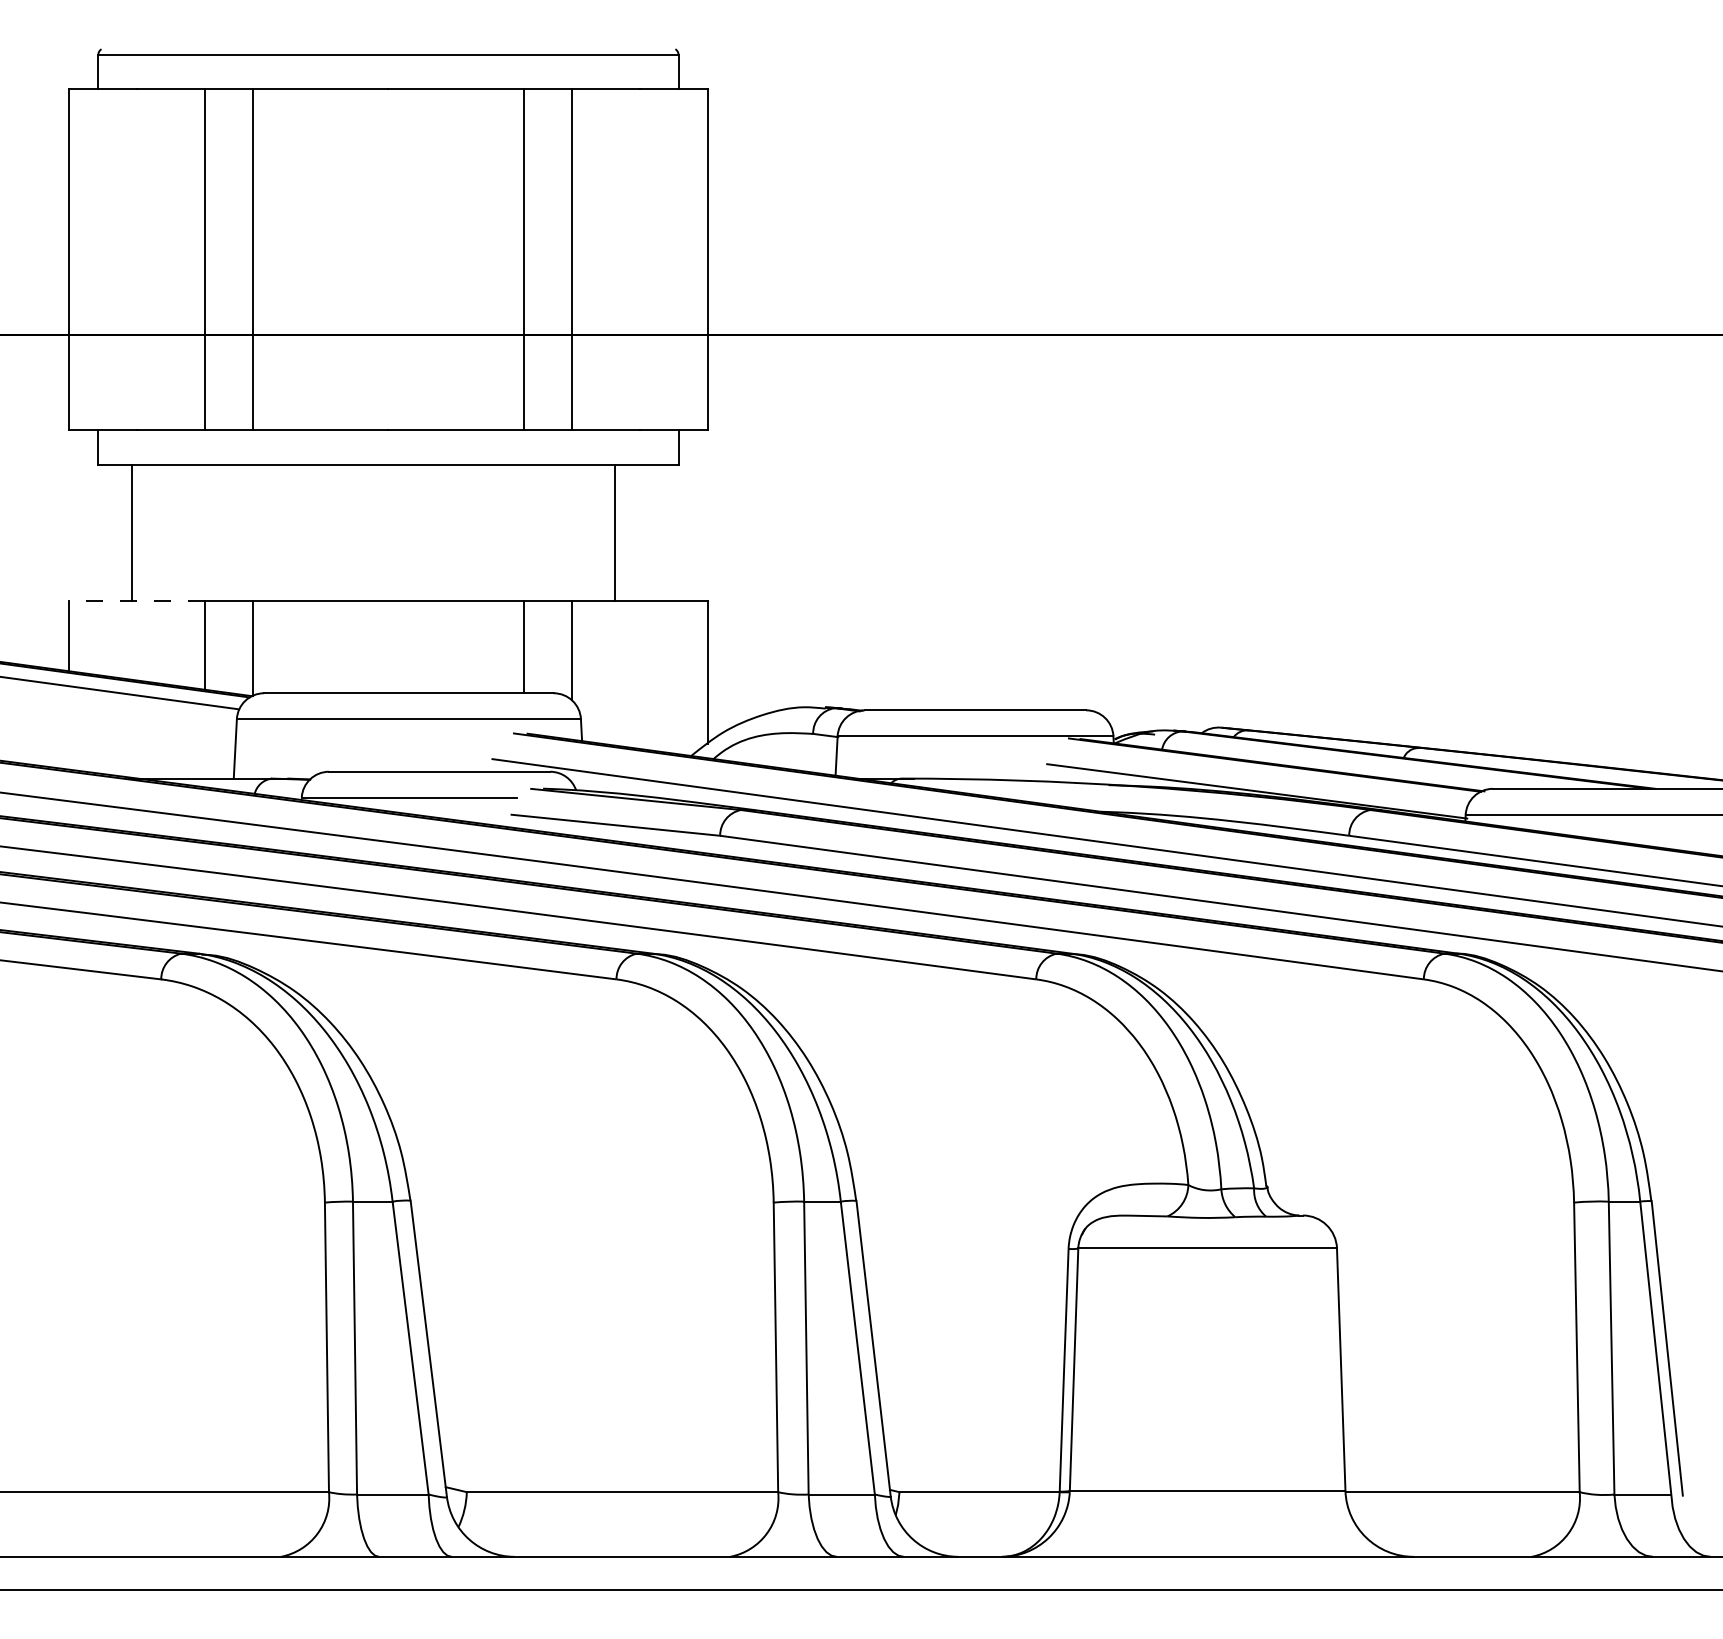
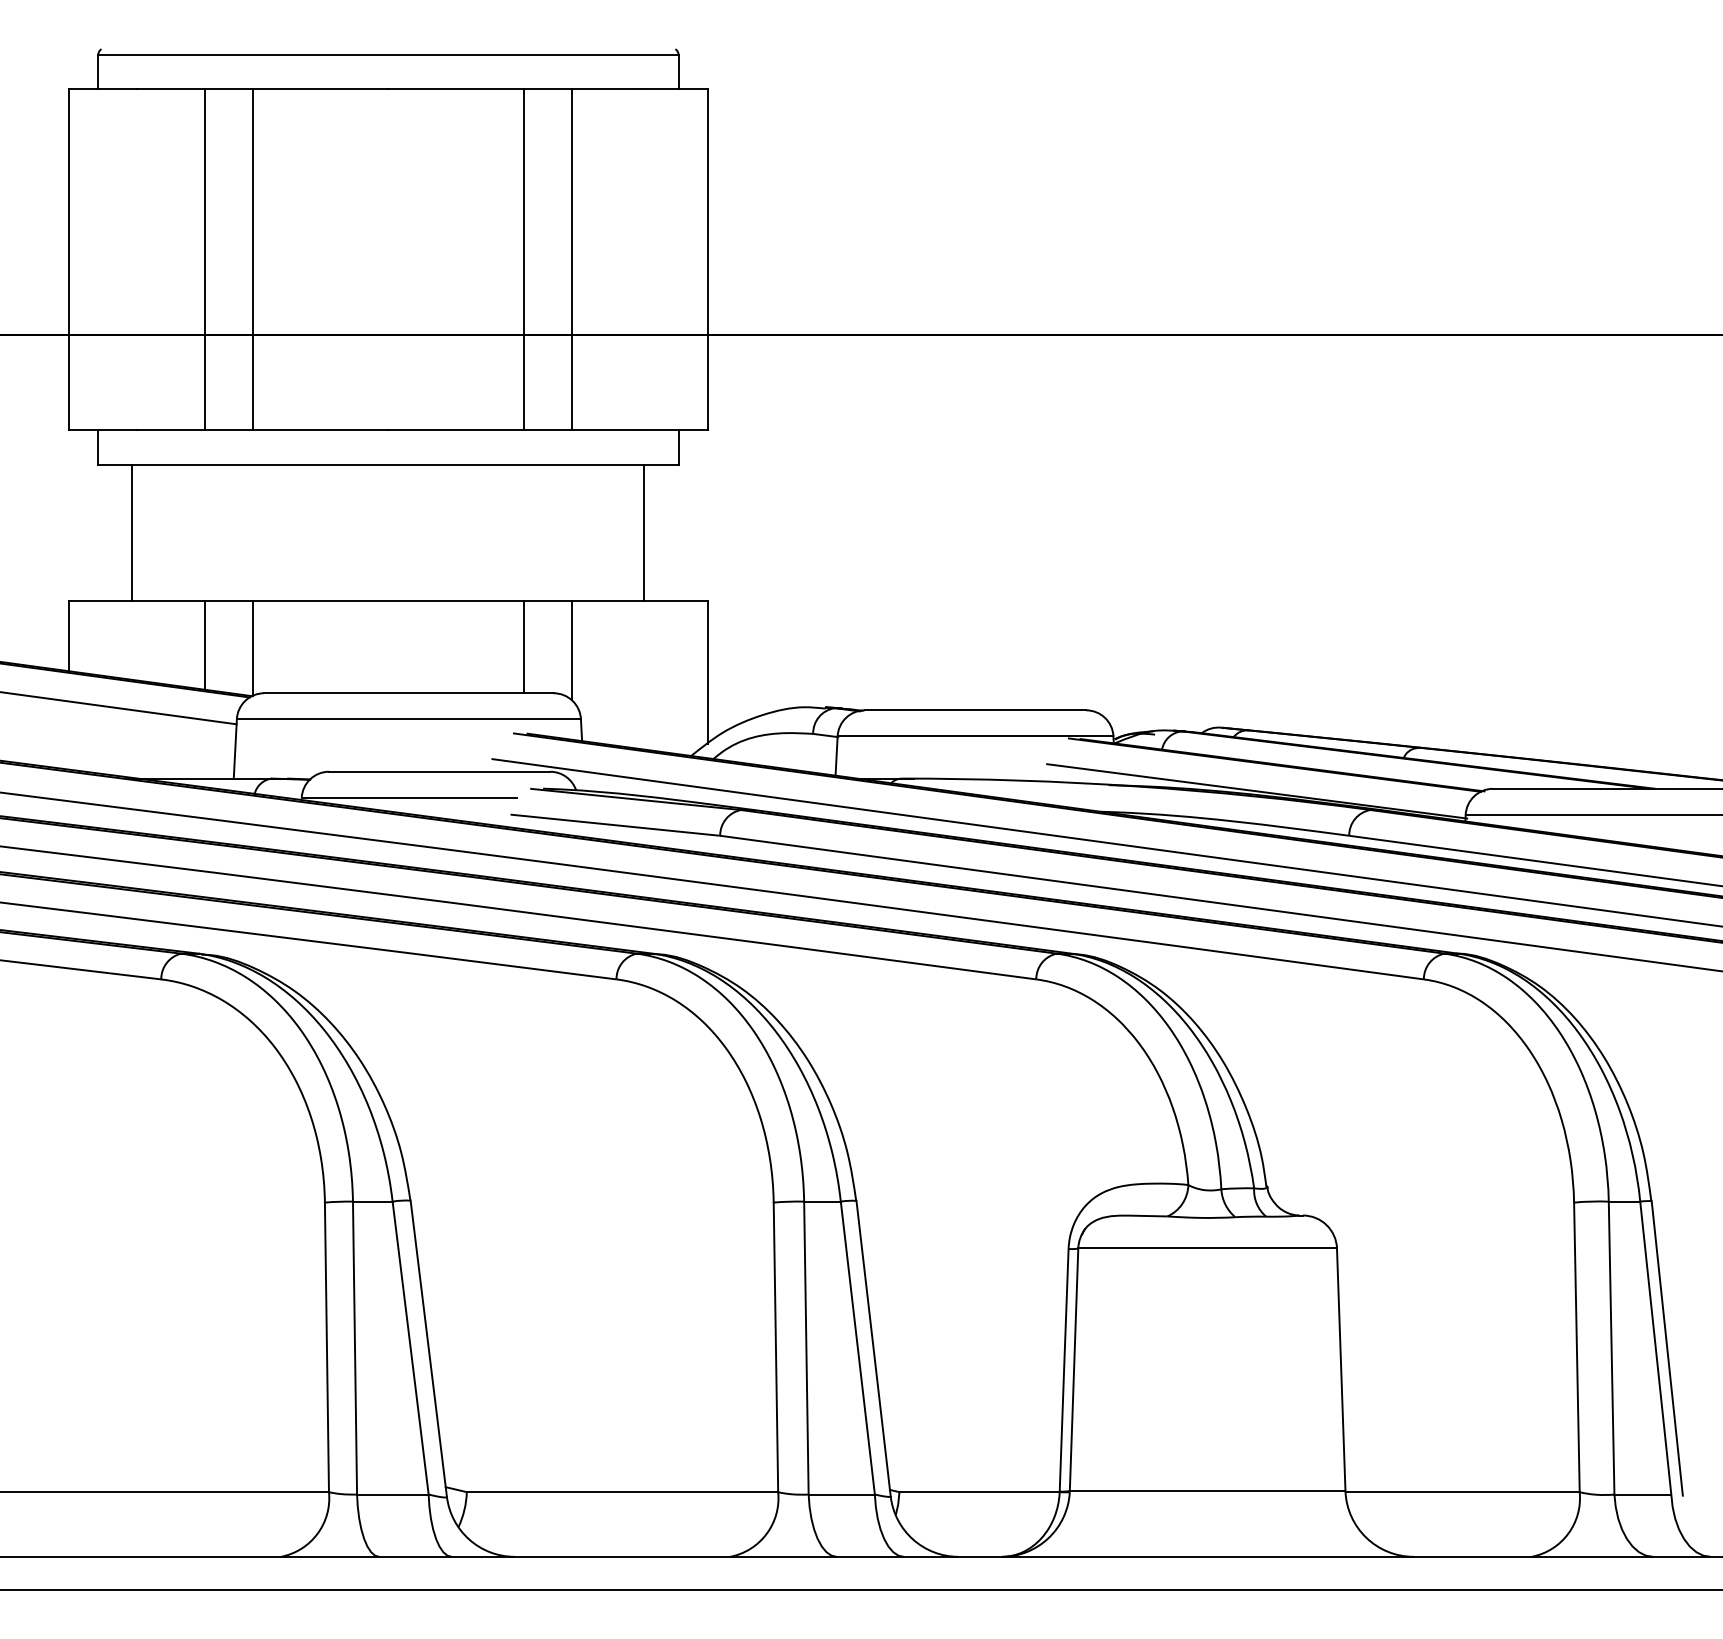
line at (615, 532) position: (615, 532) -> (644, 532)
line at (137, 601): dashed -> solid
line at (120, 693) position: (120, 693) -> (119, 708)
